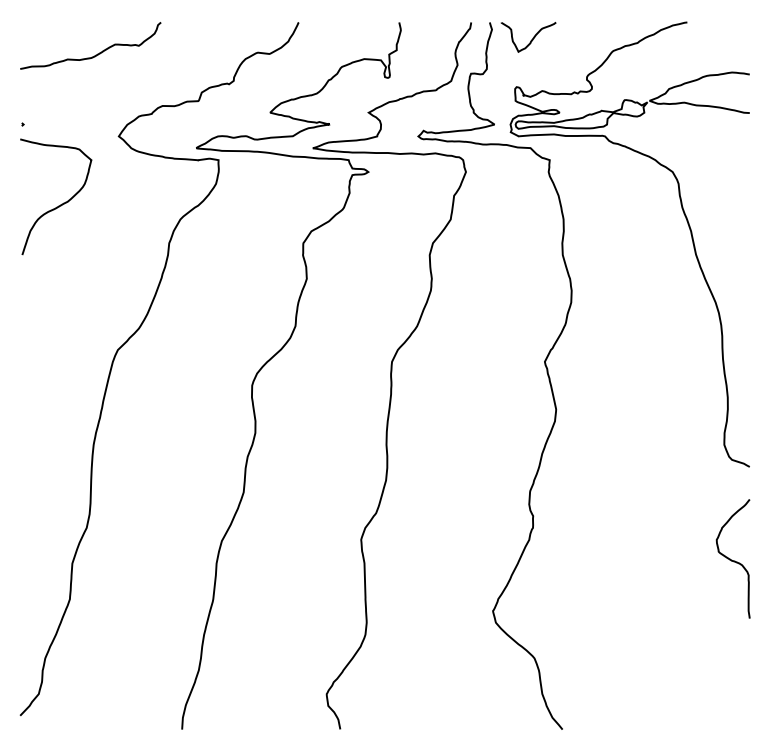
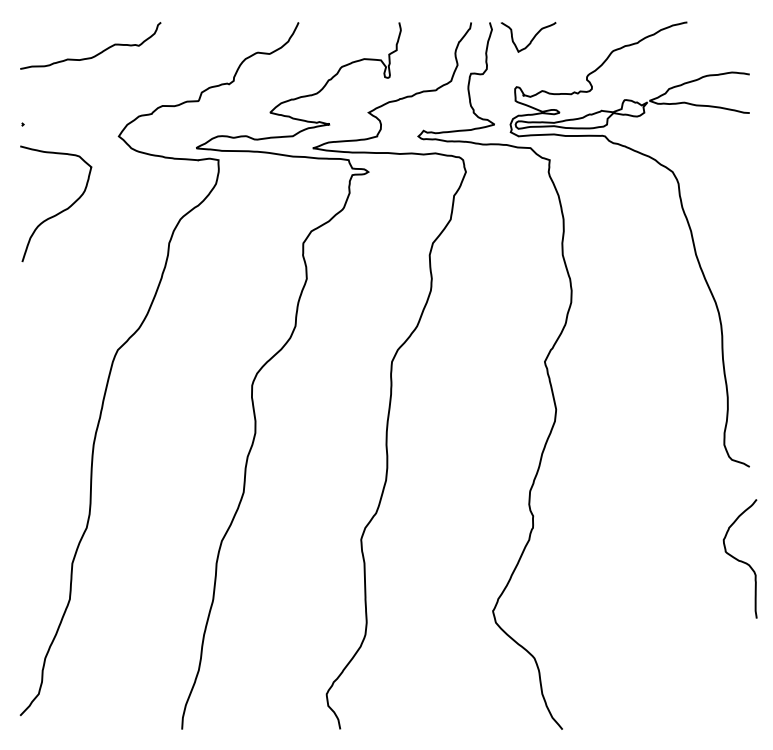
curve at (60, 204) position: (60, 204) -> (60, 211)
curve at (731, 559) position: (731, 559) -> (738, 559)
